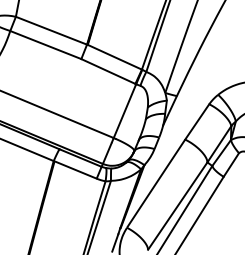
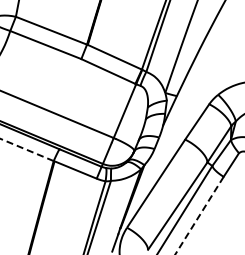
line at (27, 149): solid -> dashed
line at (199, 215): solid -> dashed
